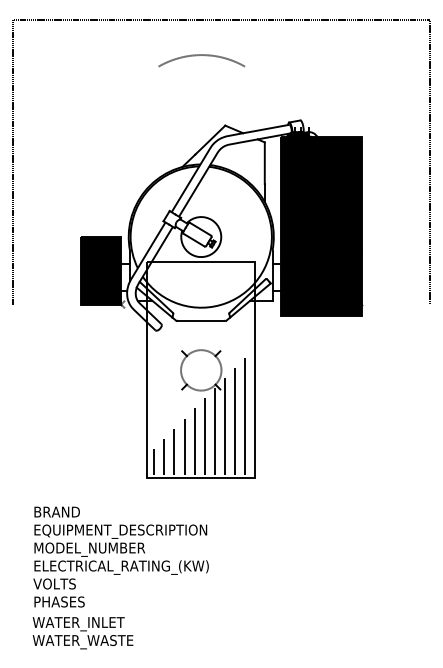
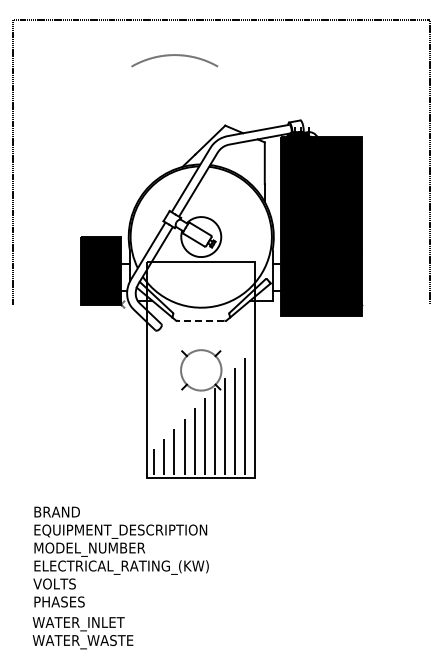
arc at (201, 55) position: (201, 55) -> (174, 55)
line at (200, 320): solid -> dashed
